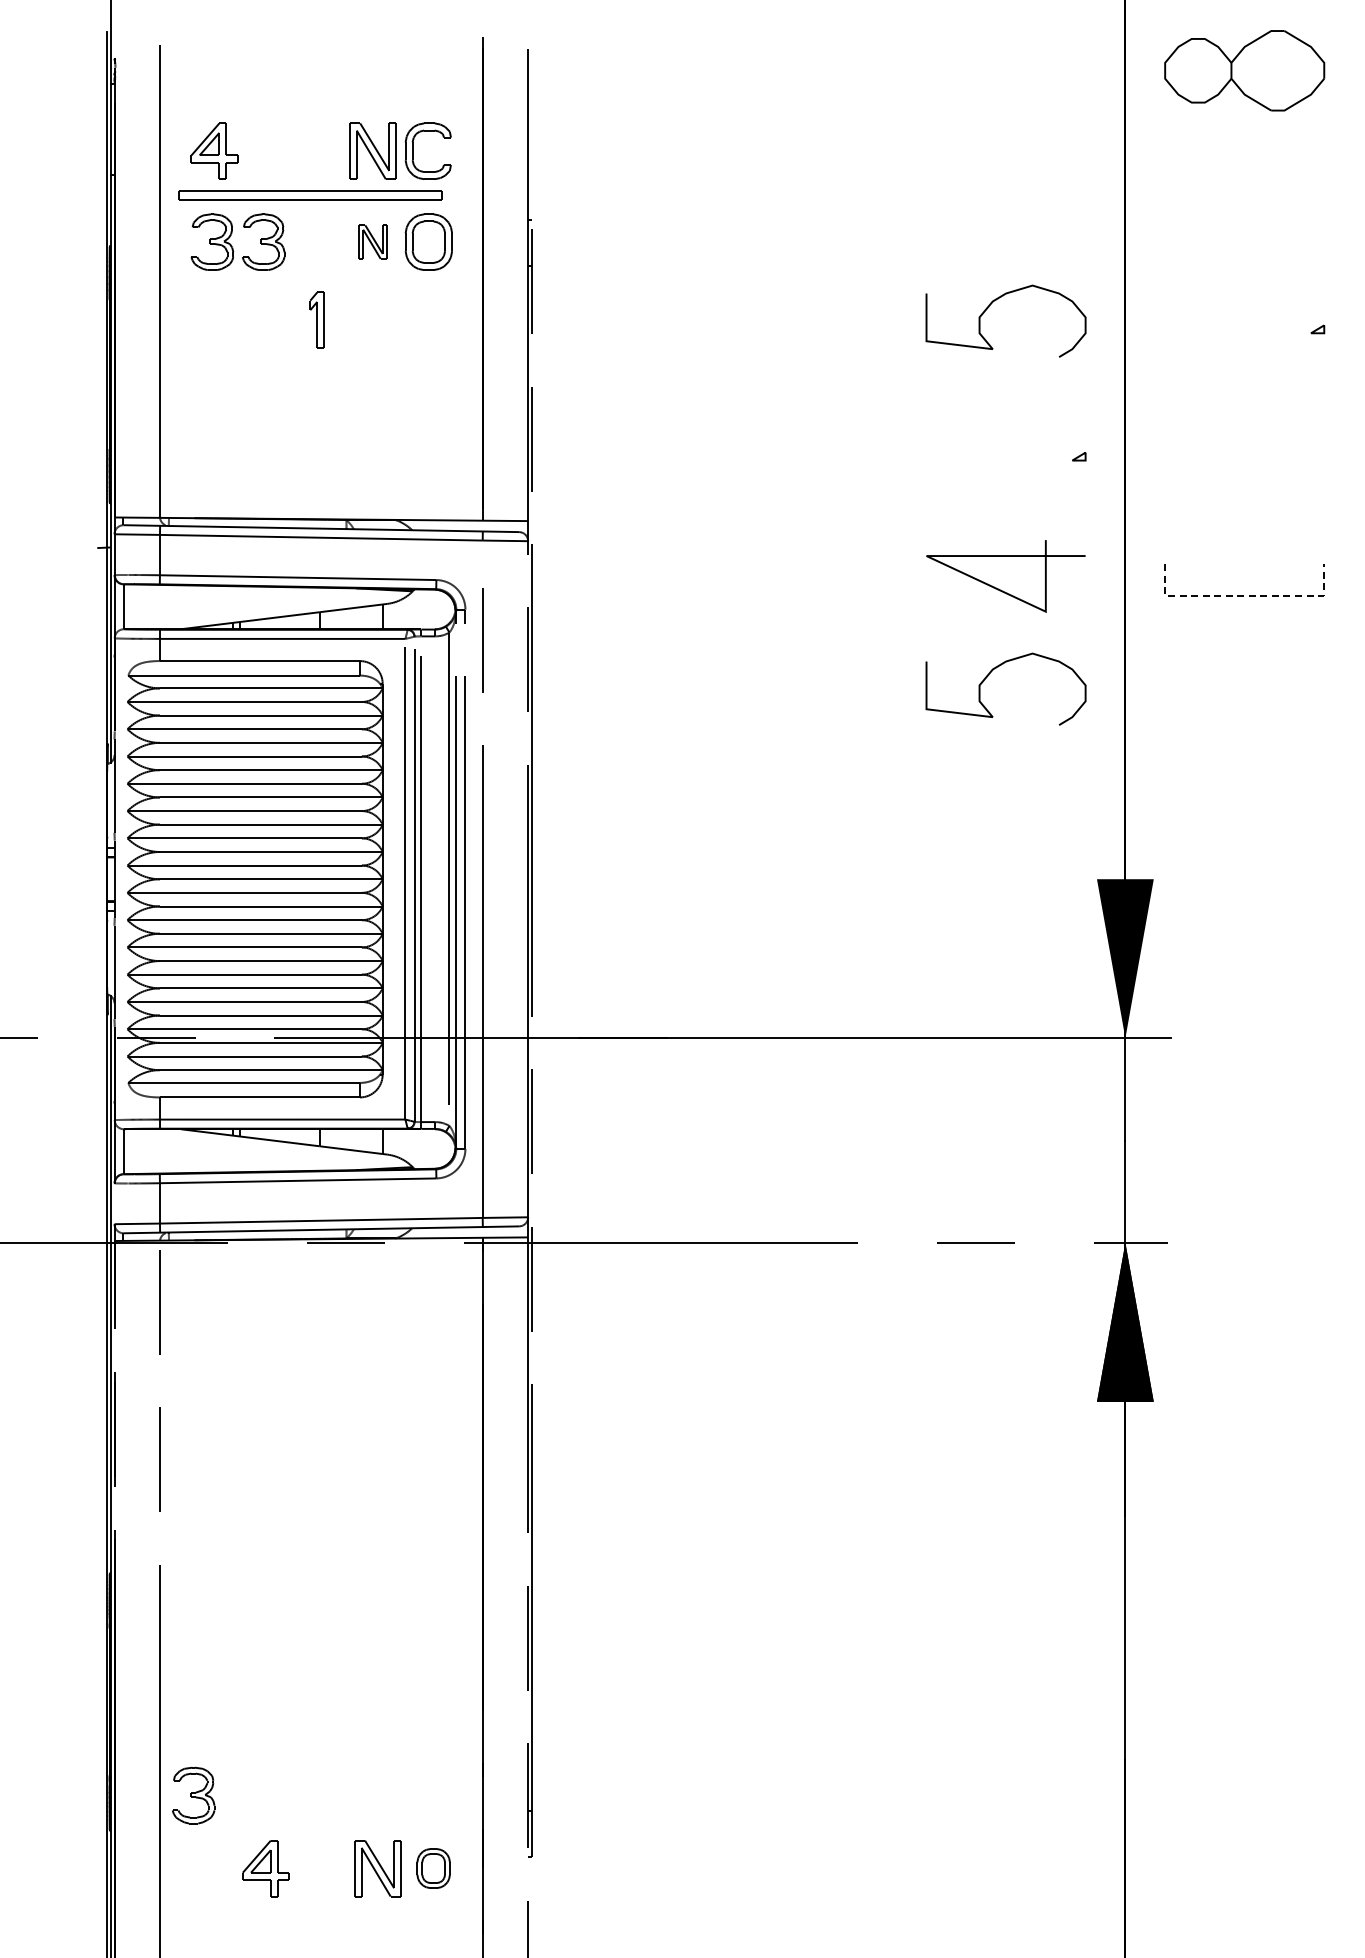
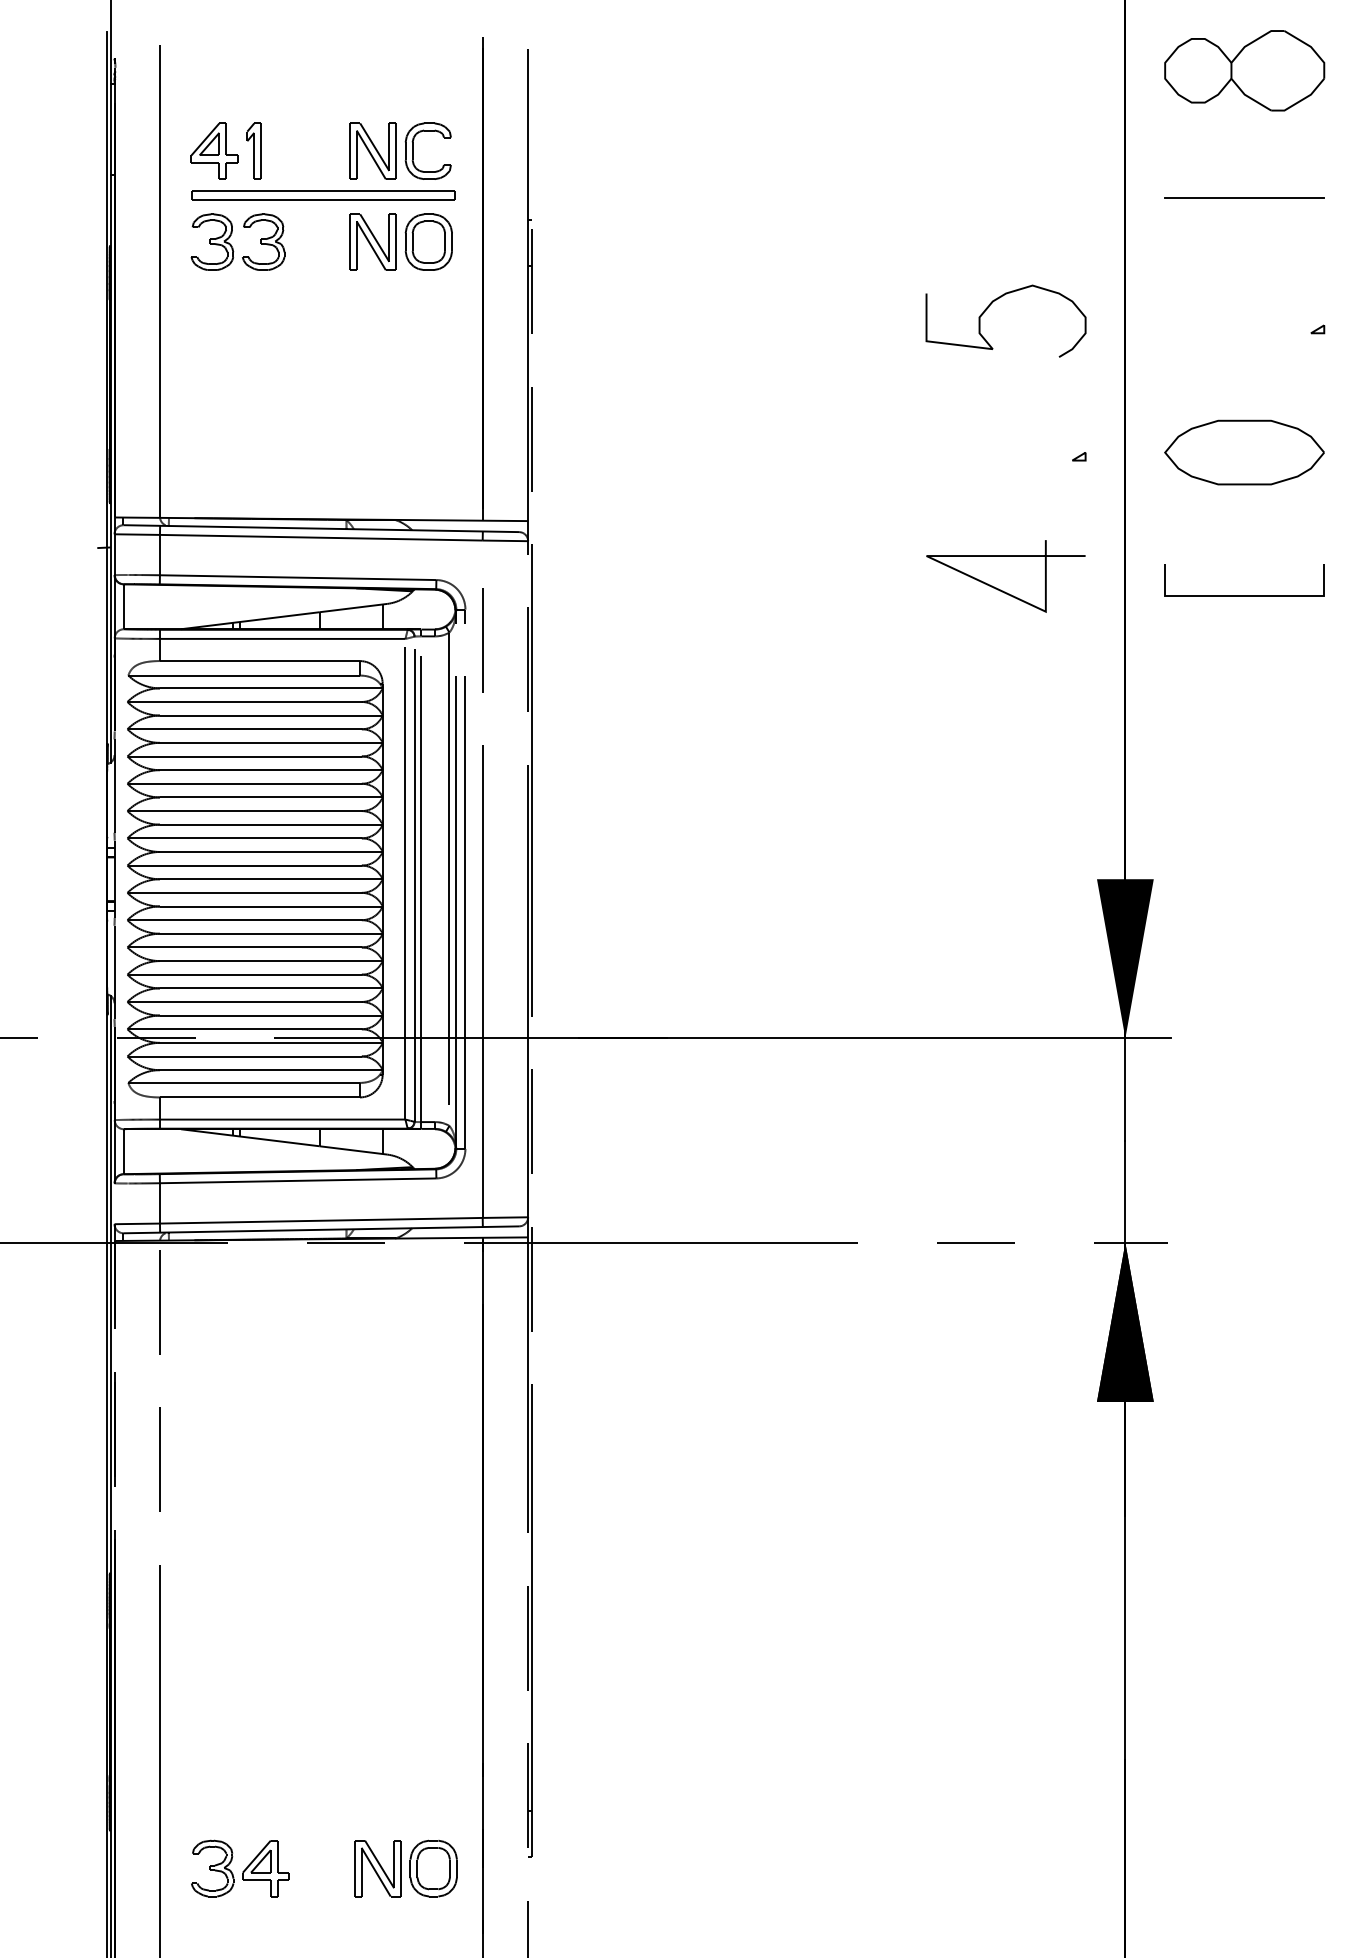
part at (310, 195) position: (310, 195) -> (323, 195)
line at (1244, 198): none -> present
part at (372, 241) size: 30x36 px -> 48x58 px
part at (316, 319) position: (316, 319) -> (253, 150)
part at (1244, 452): none -> present
line at (1244, 595): dashed -> solid
curve at (989, 675): present -> none
part at (193, 1795) position: (193, 1795) -> (212, 1868)
part at (433, 1868) size: 35x41 px -> 49x59 px
